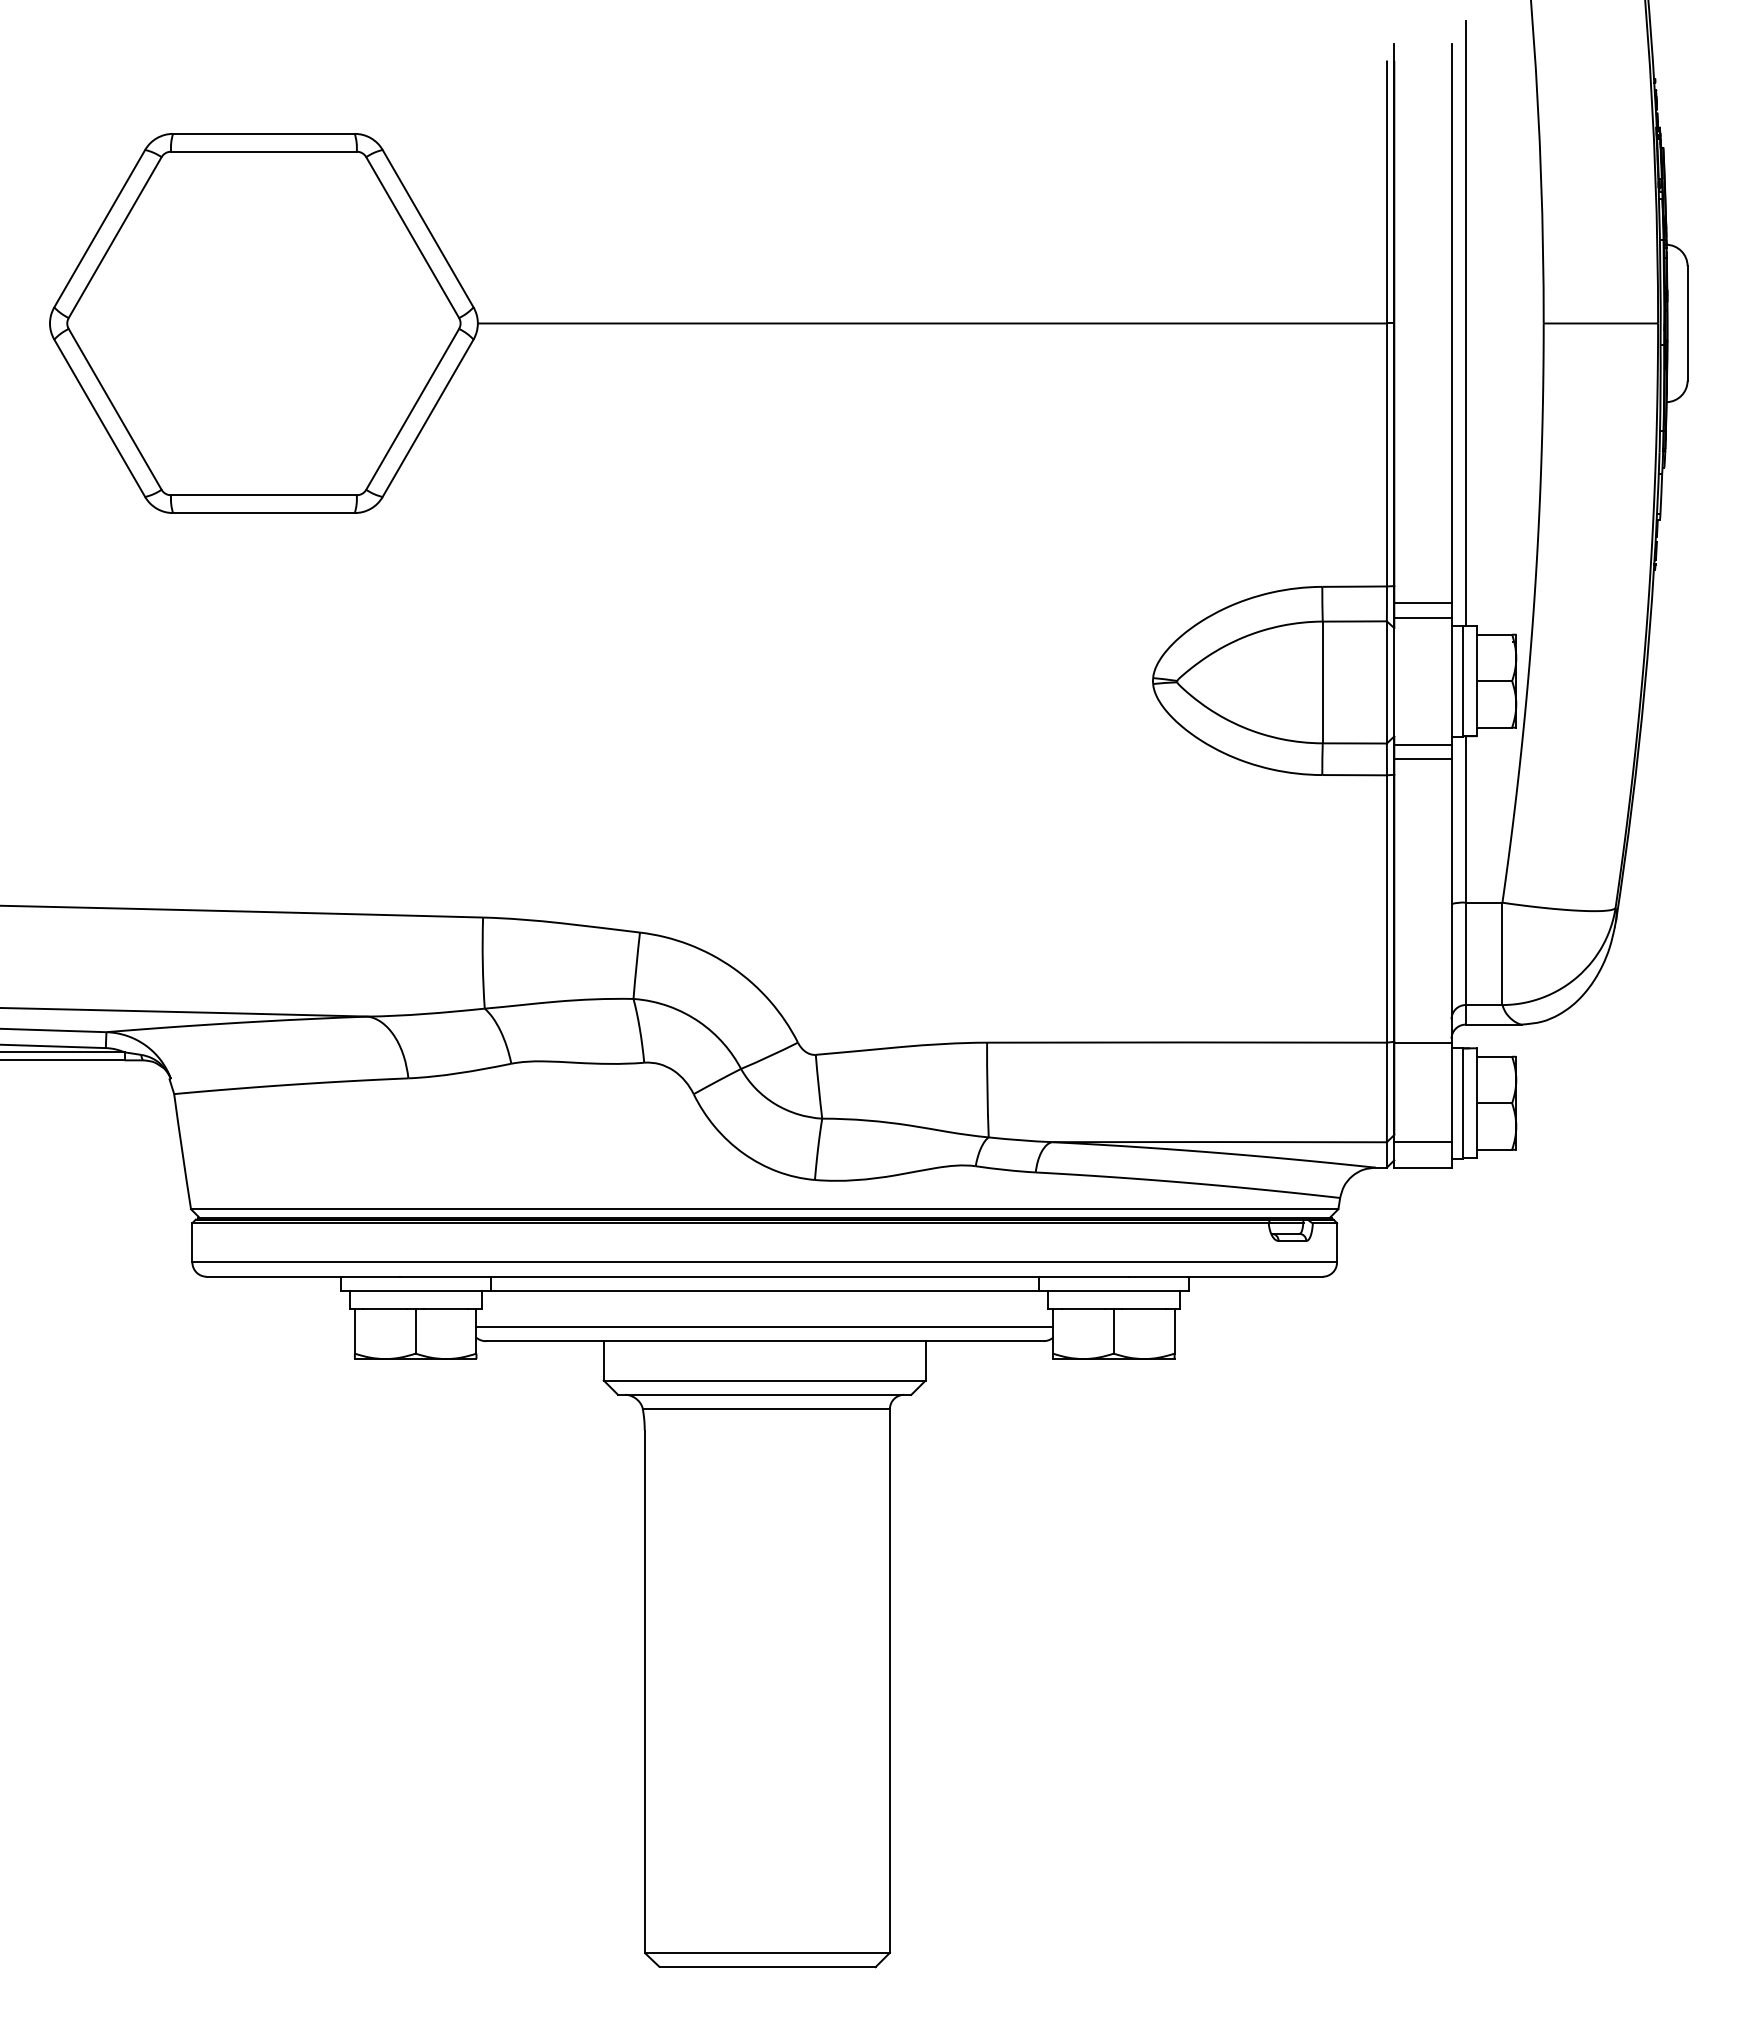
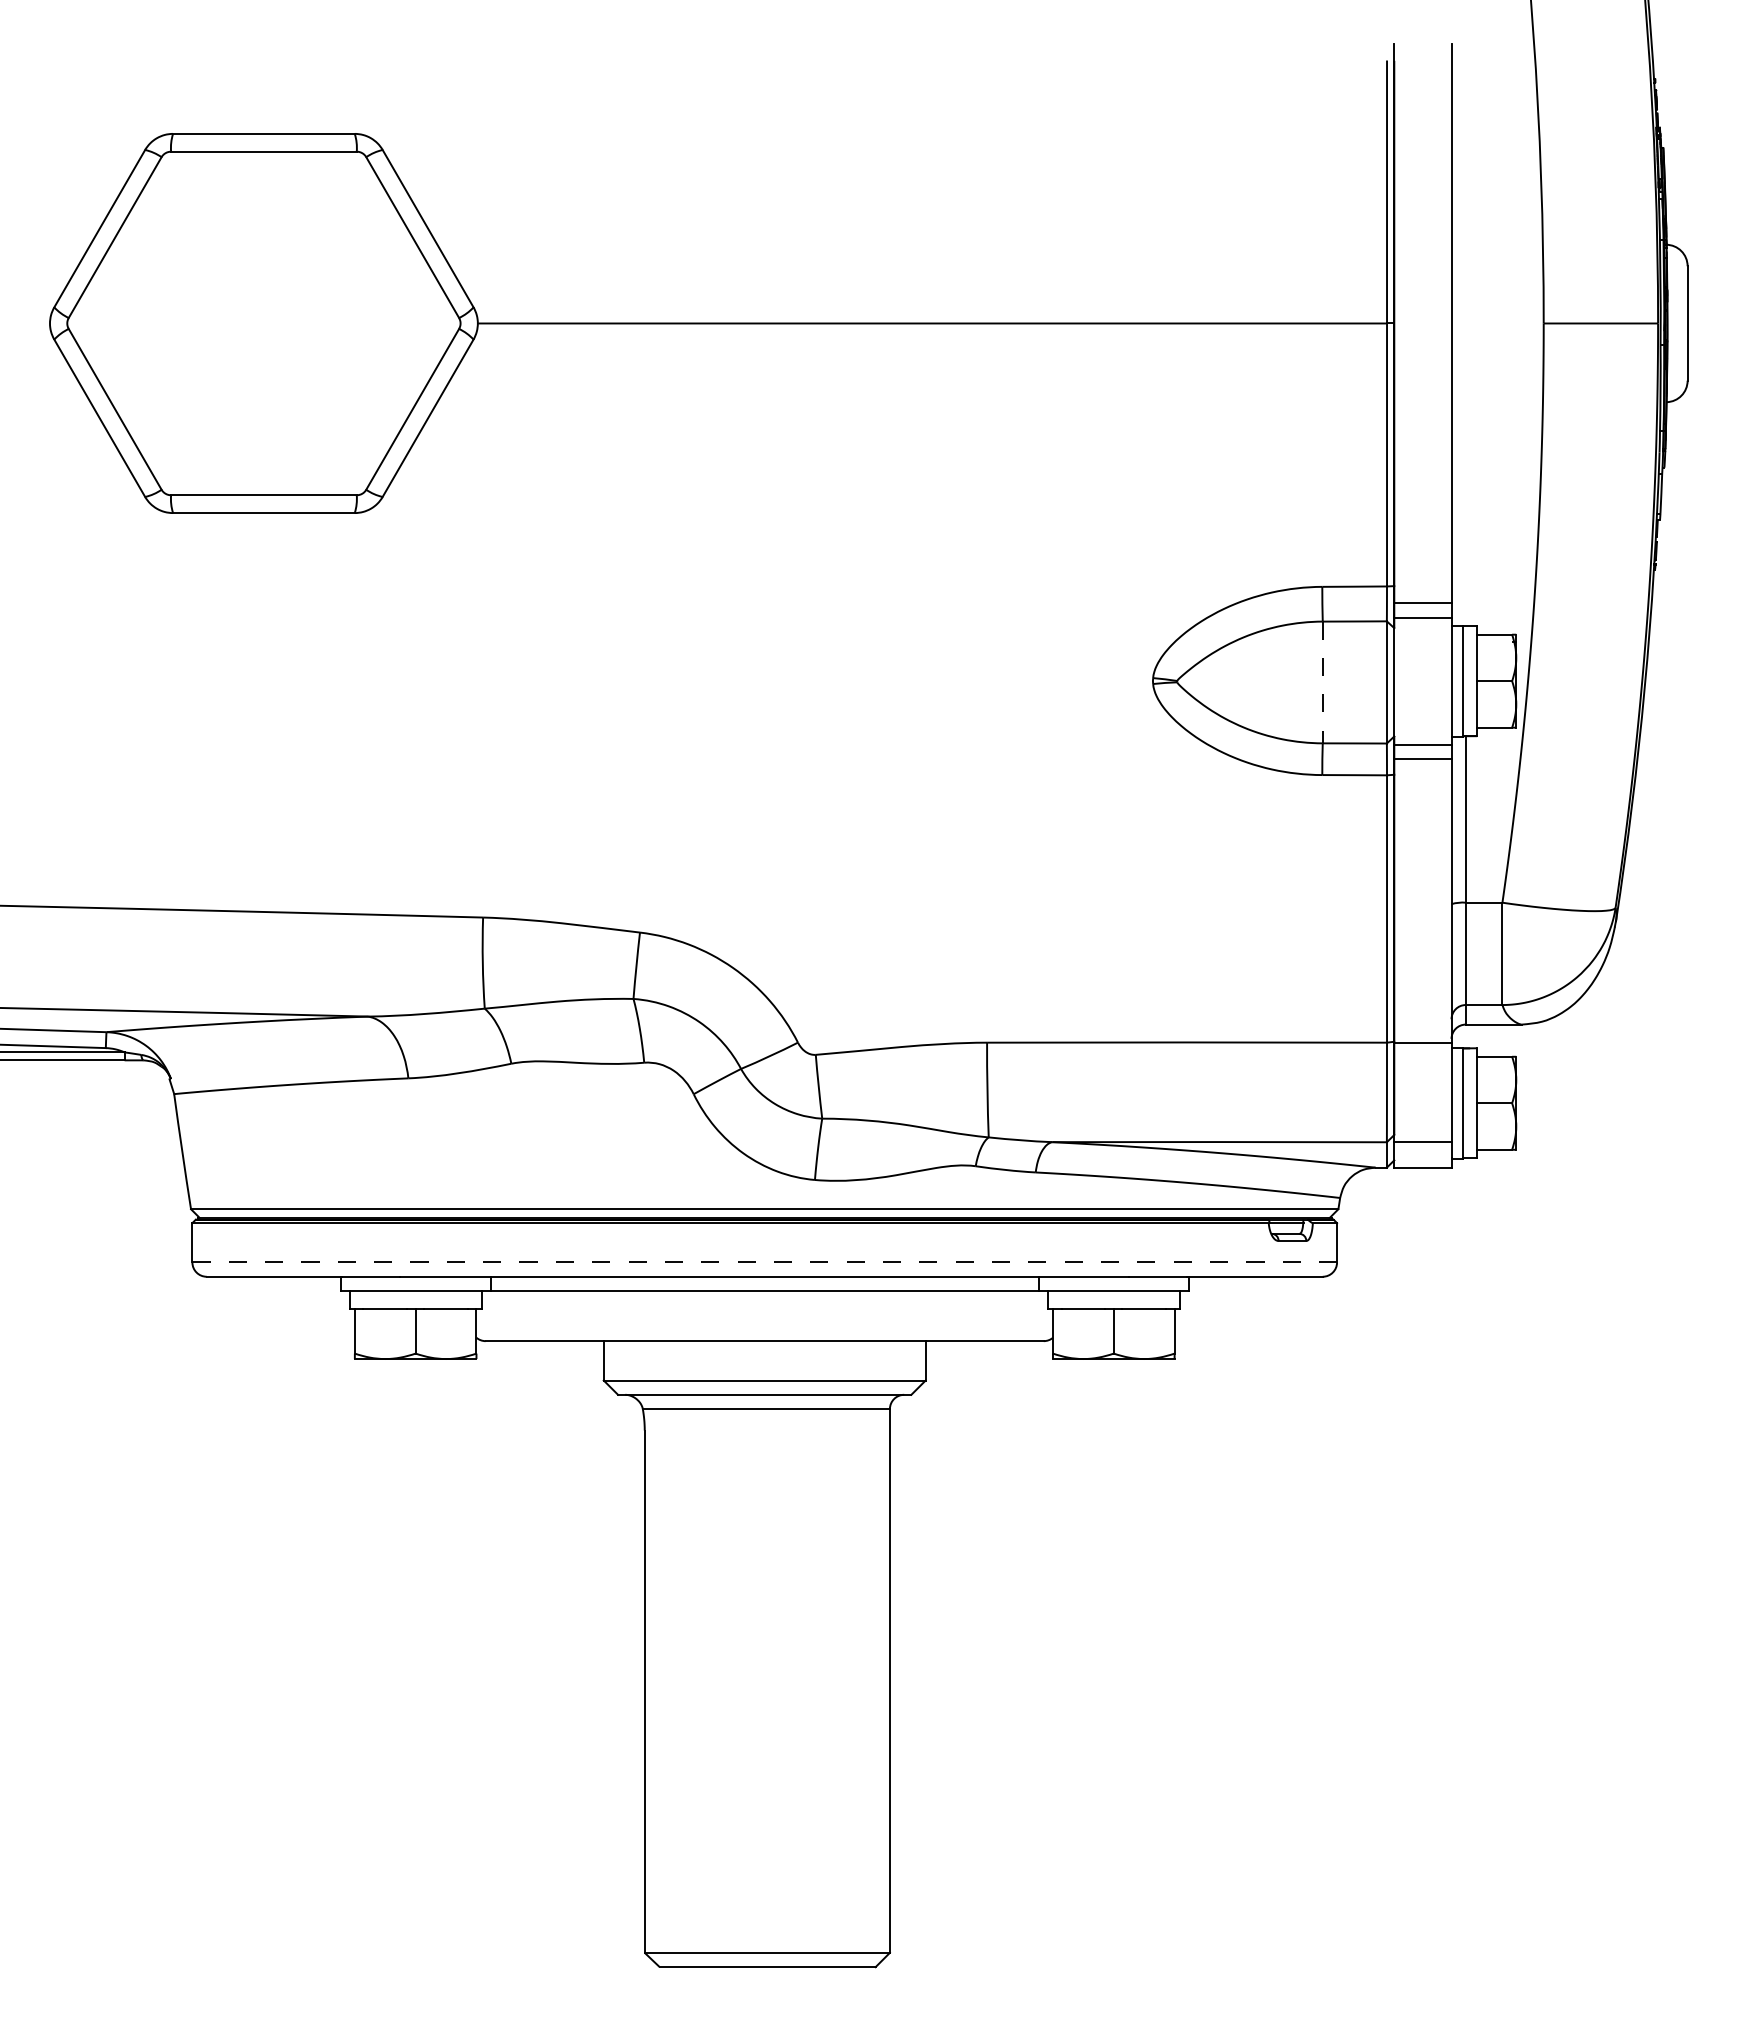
line at (1465, 323): present -> none
line at (1322, 682): solid -> dashed
line at (765, 1262): solid -> dashed
line at (764, 1326): present -> none
